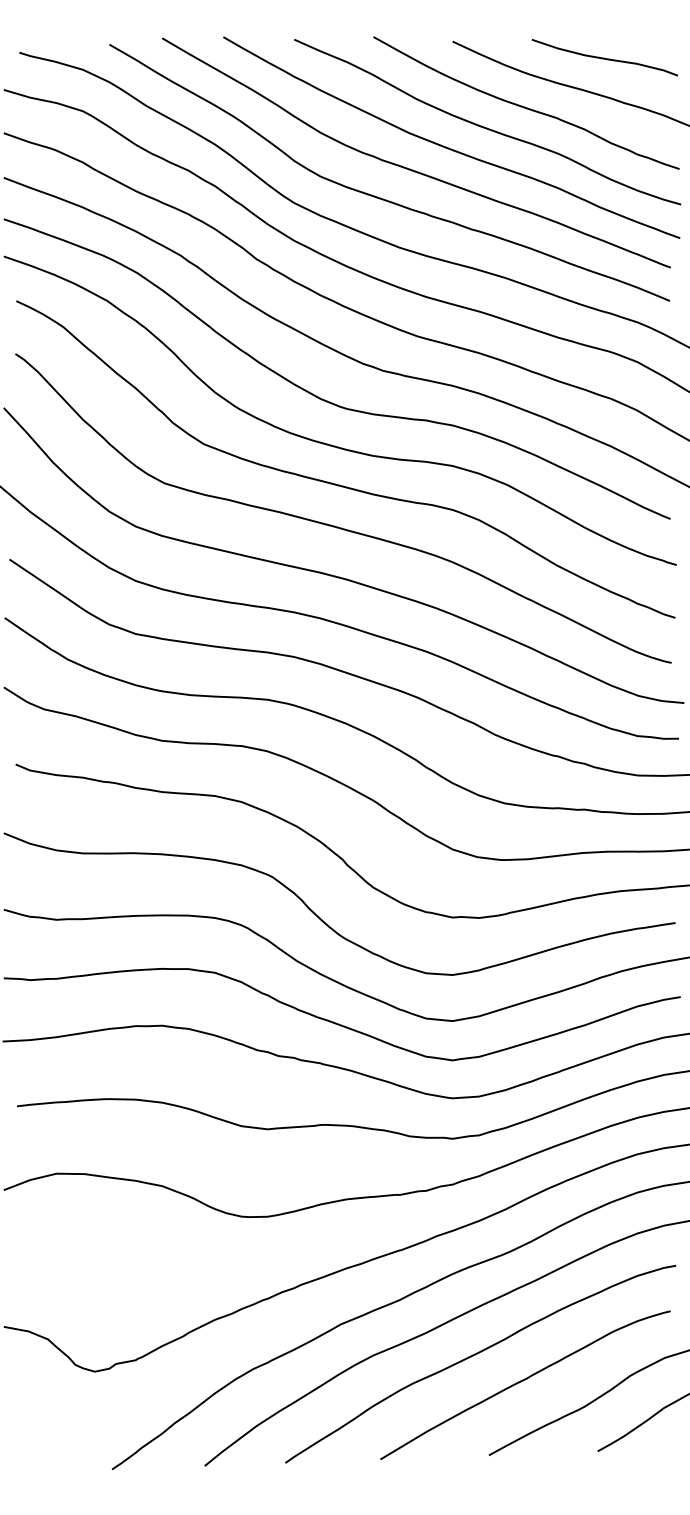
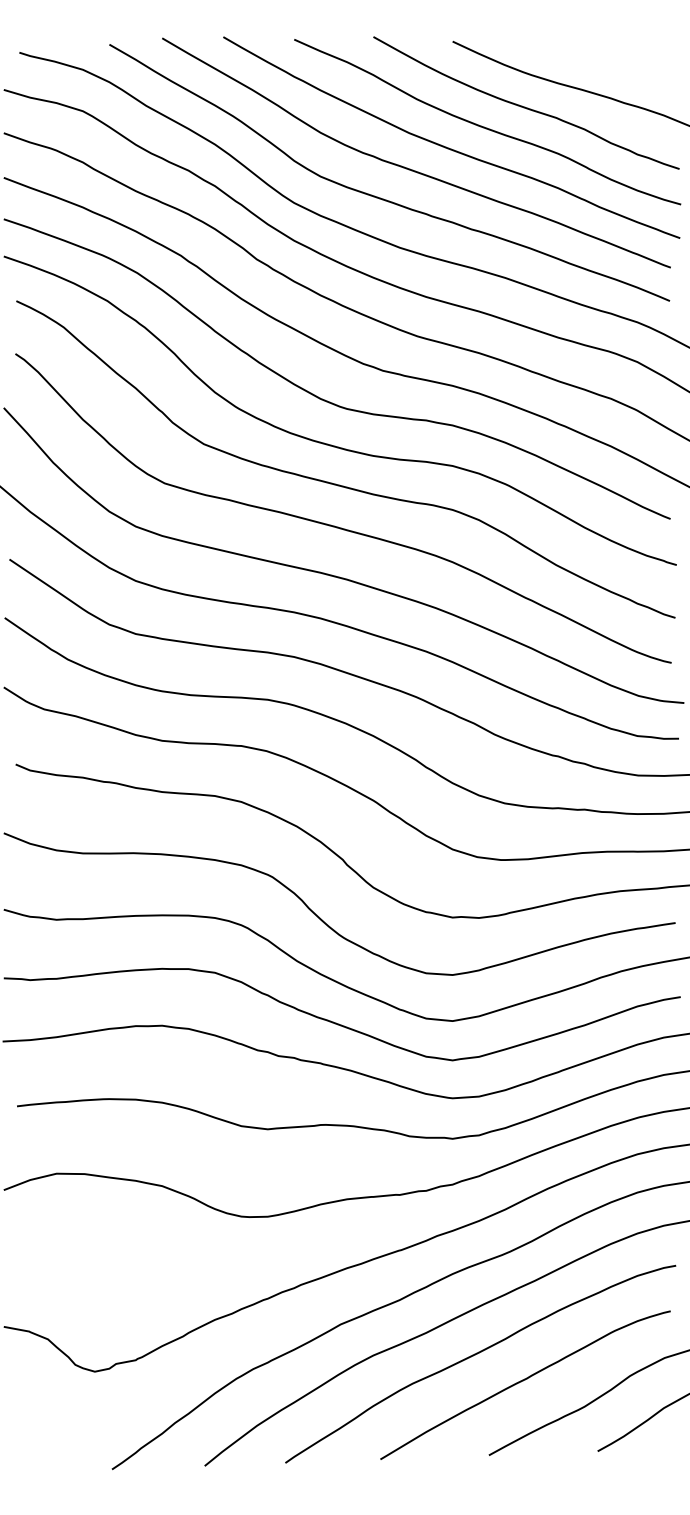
curve at (604, 57): present -> none
